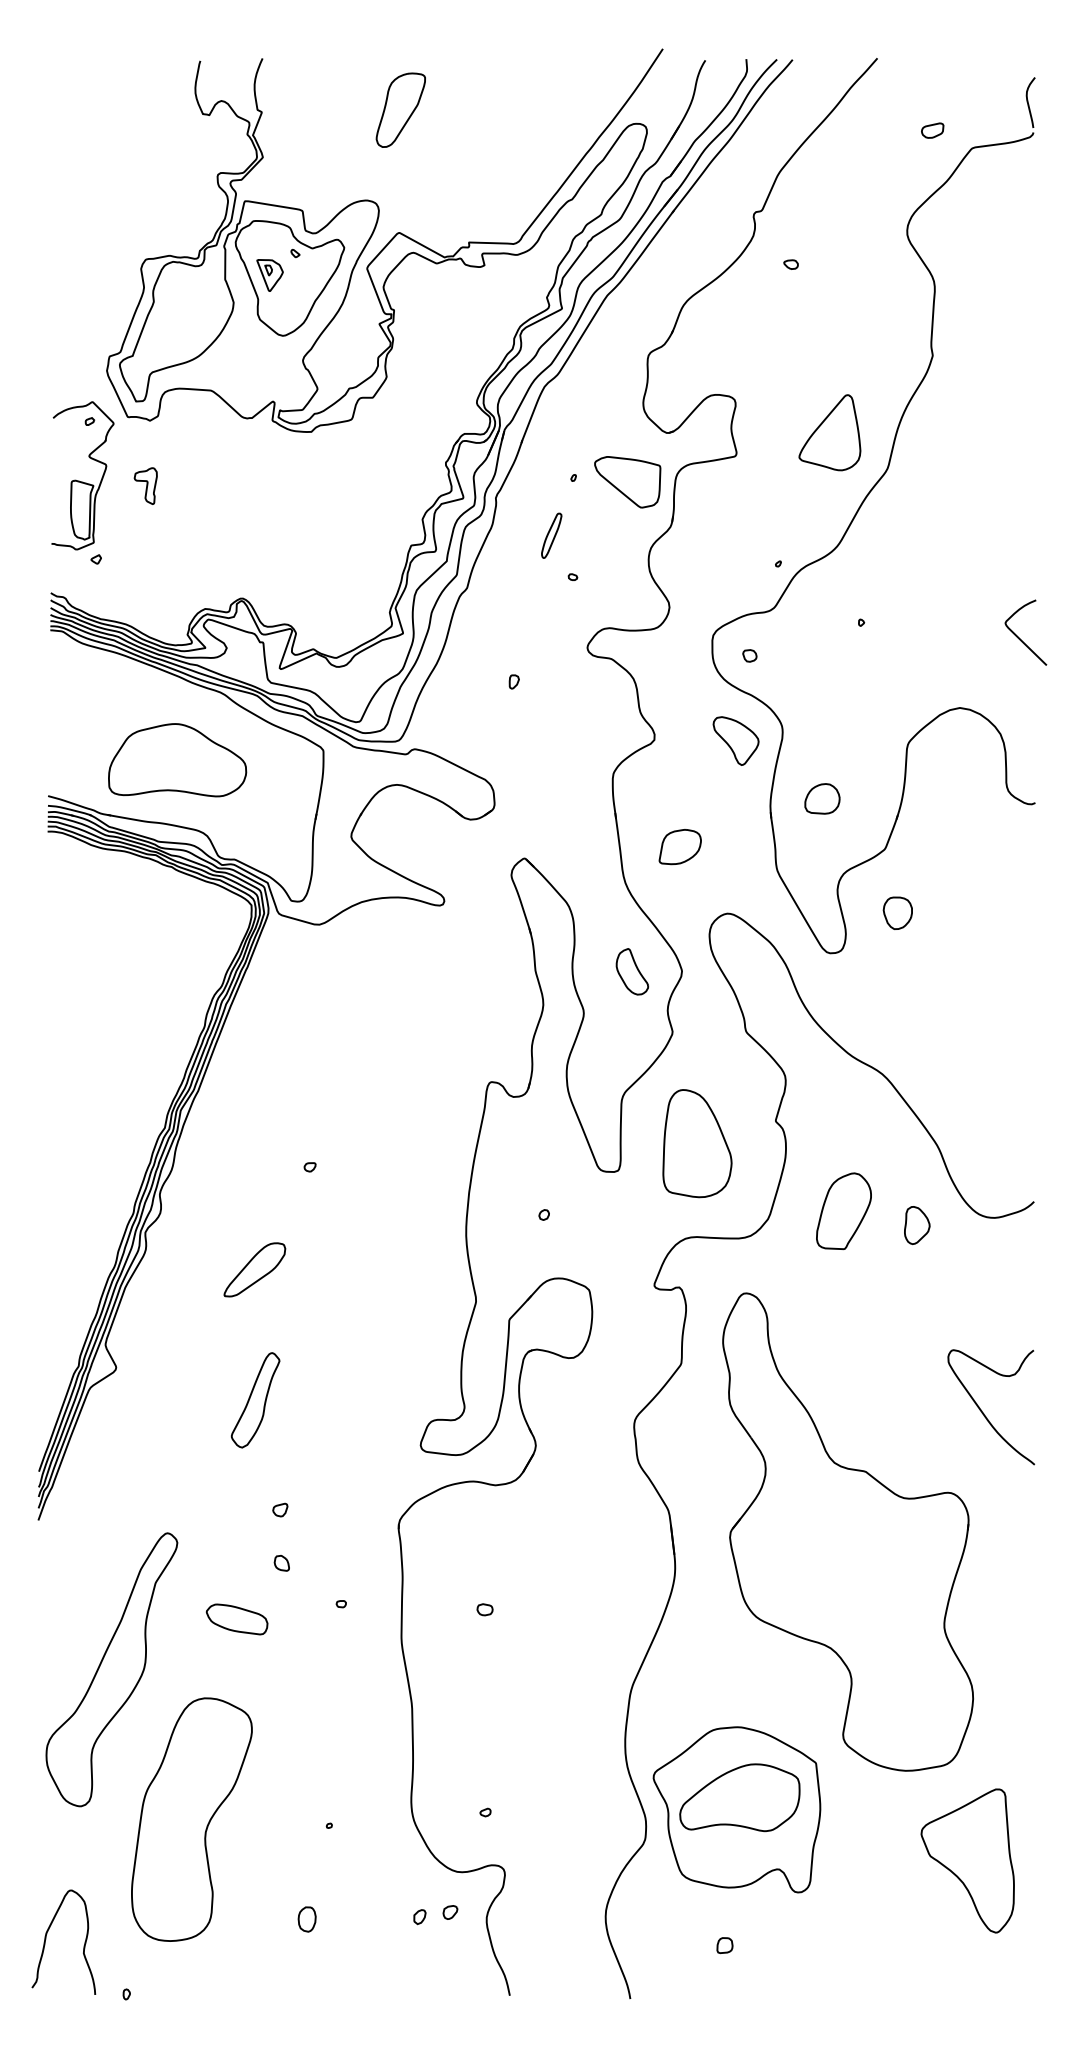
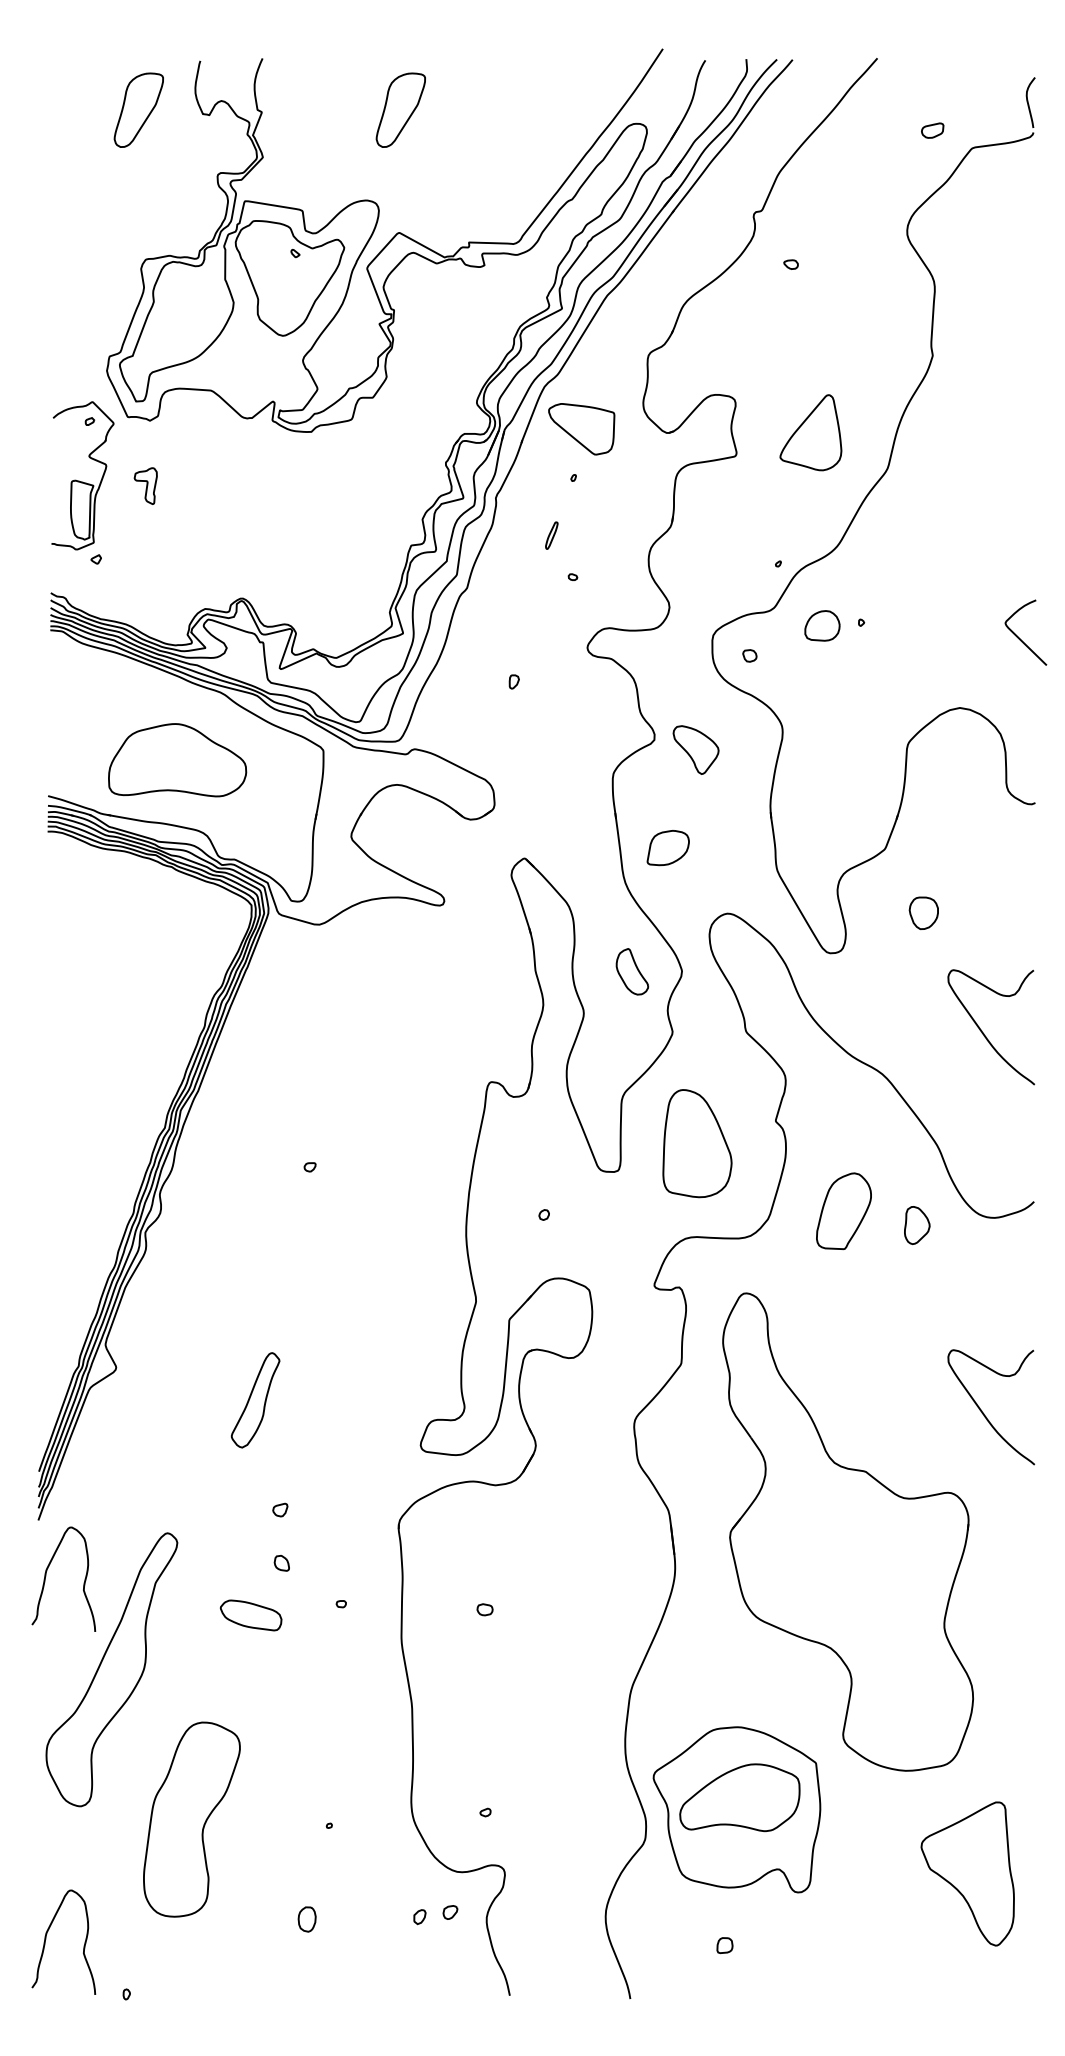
part at (138, 109): none -> present
part at (269, 275): present -> none
part at (829, 432) position: (829, 432) -> (810, 432)
part at (627, 482) position: (627, 482) -> (581, 429)
part at (551, 535) size: 22x47 px -> 14x29 px
part at (735, 740) position: (735, 740) -> (695, 749)
part at (822, 798) position: (822, 798) -> (822, 625)
part at (679, 847) position: (679, 847) -> (667, 848)
part at (897, 912) position: (897, 912) -> (923, 912)
curve at (984, 1033): none -> present
part at (254, 1269): present -> none
curve at (46, 1576): none -> present
part at (236, 1619) position: (236, 1619) -> (250, 1615)
part at (191, 1819) size: 122x245 px -> 98x197 px
part at (967, 1860) position: (967, 1860) -> (967, 1873)
